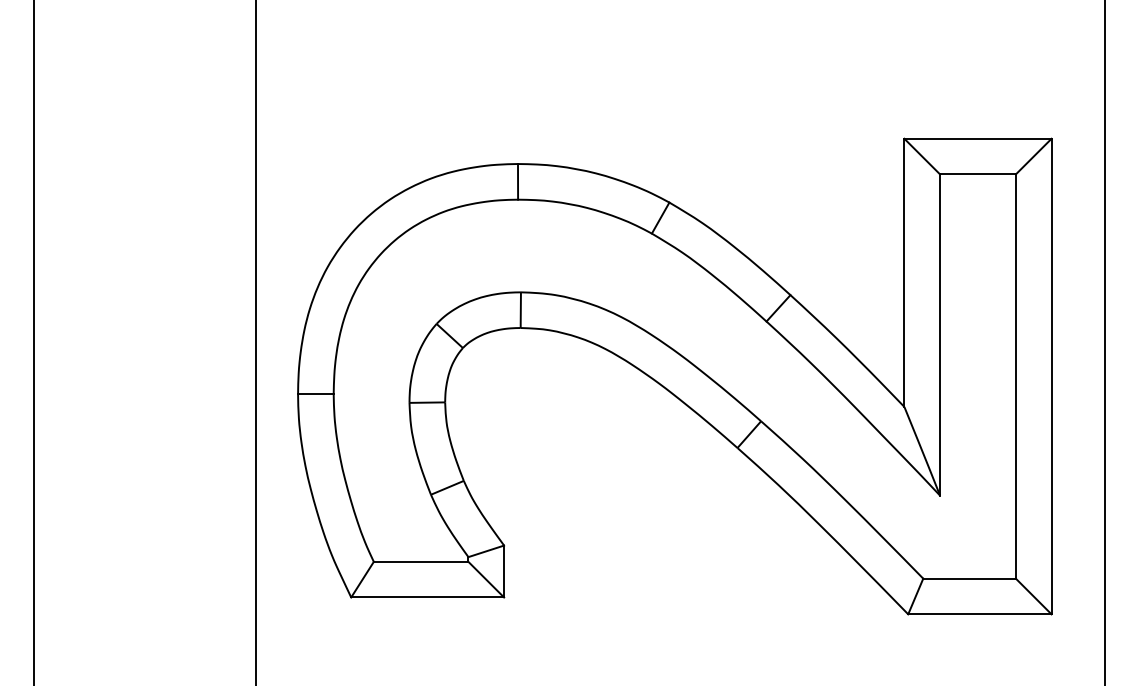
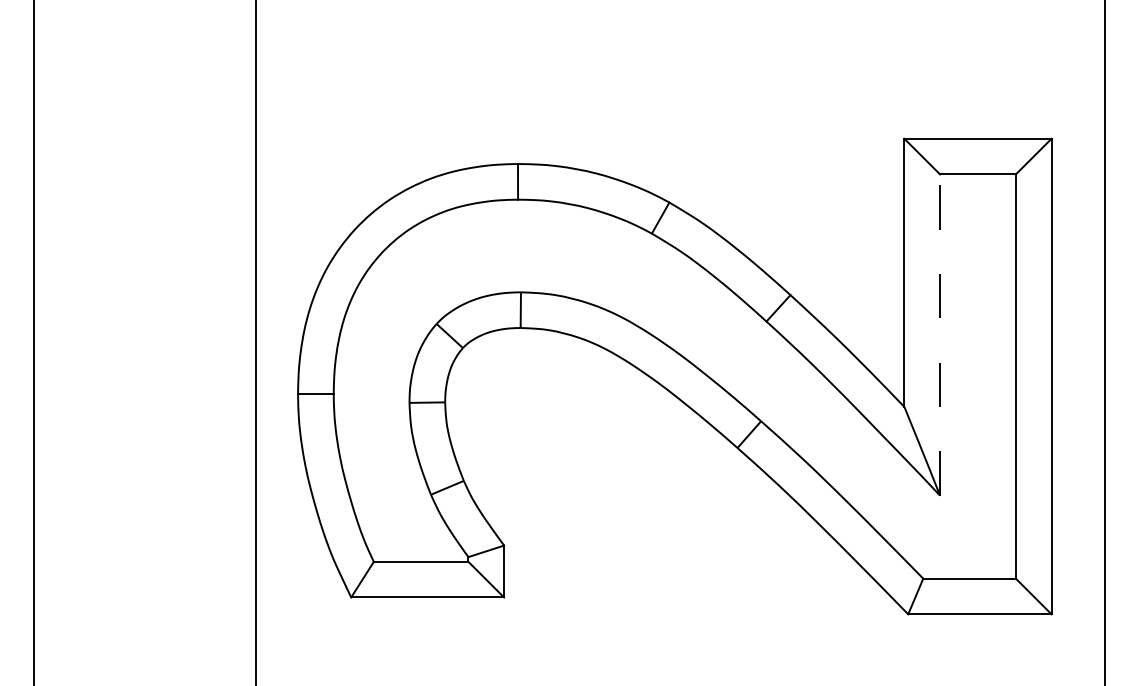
line at (940, 335): solid -> dashed
